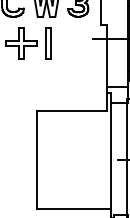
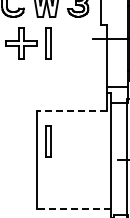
line at (71, 111): solid -> dashed
part at (48, 141): none -> present
line at (73, 209): solid -> dashed
